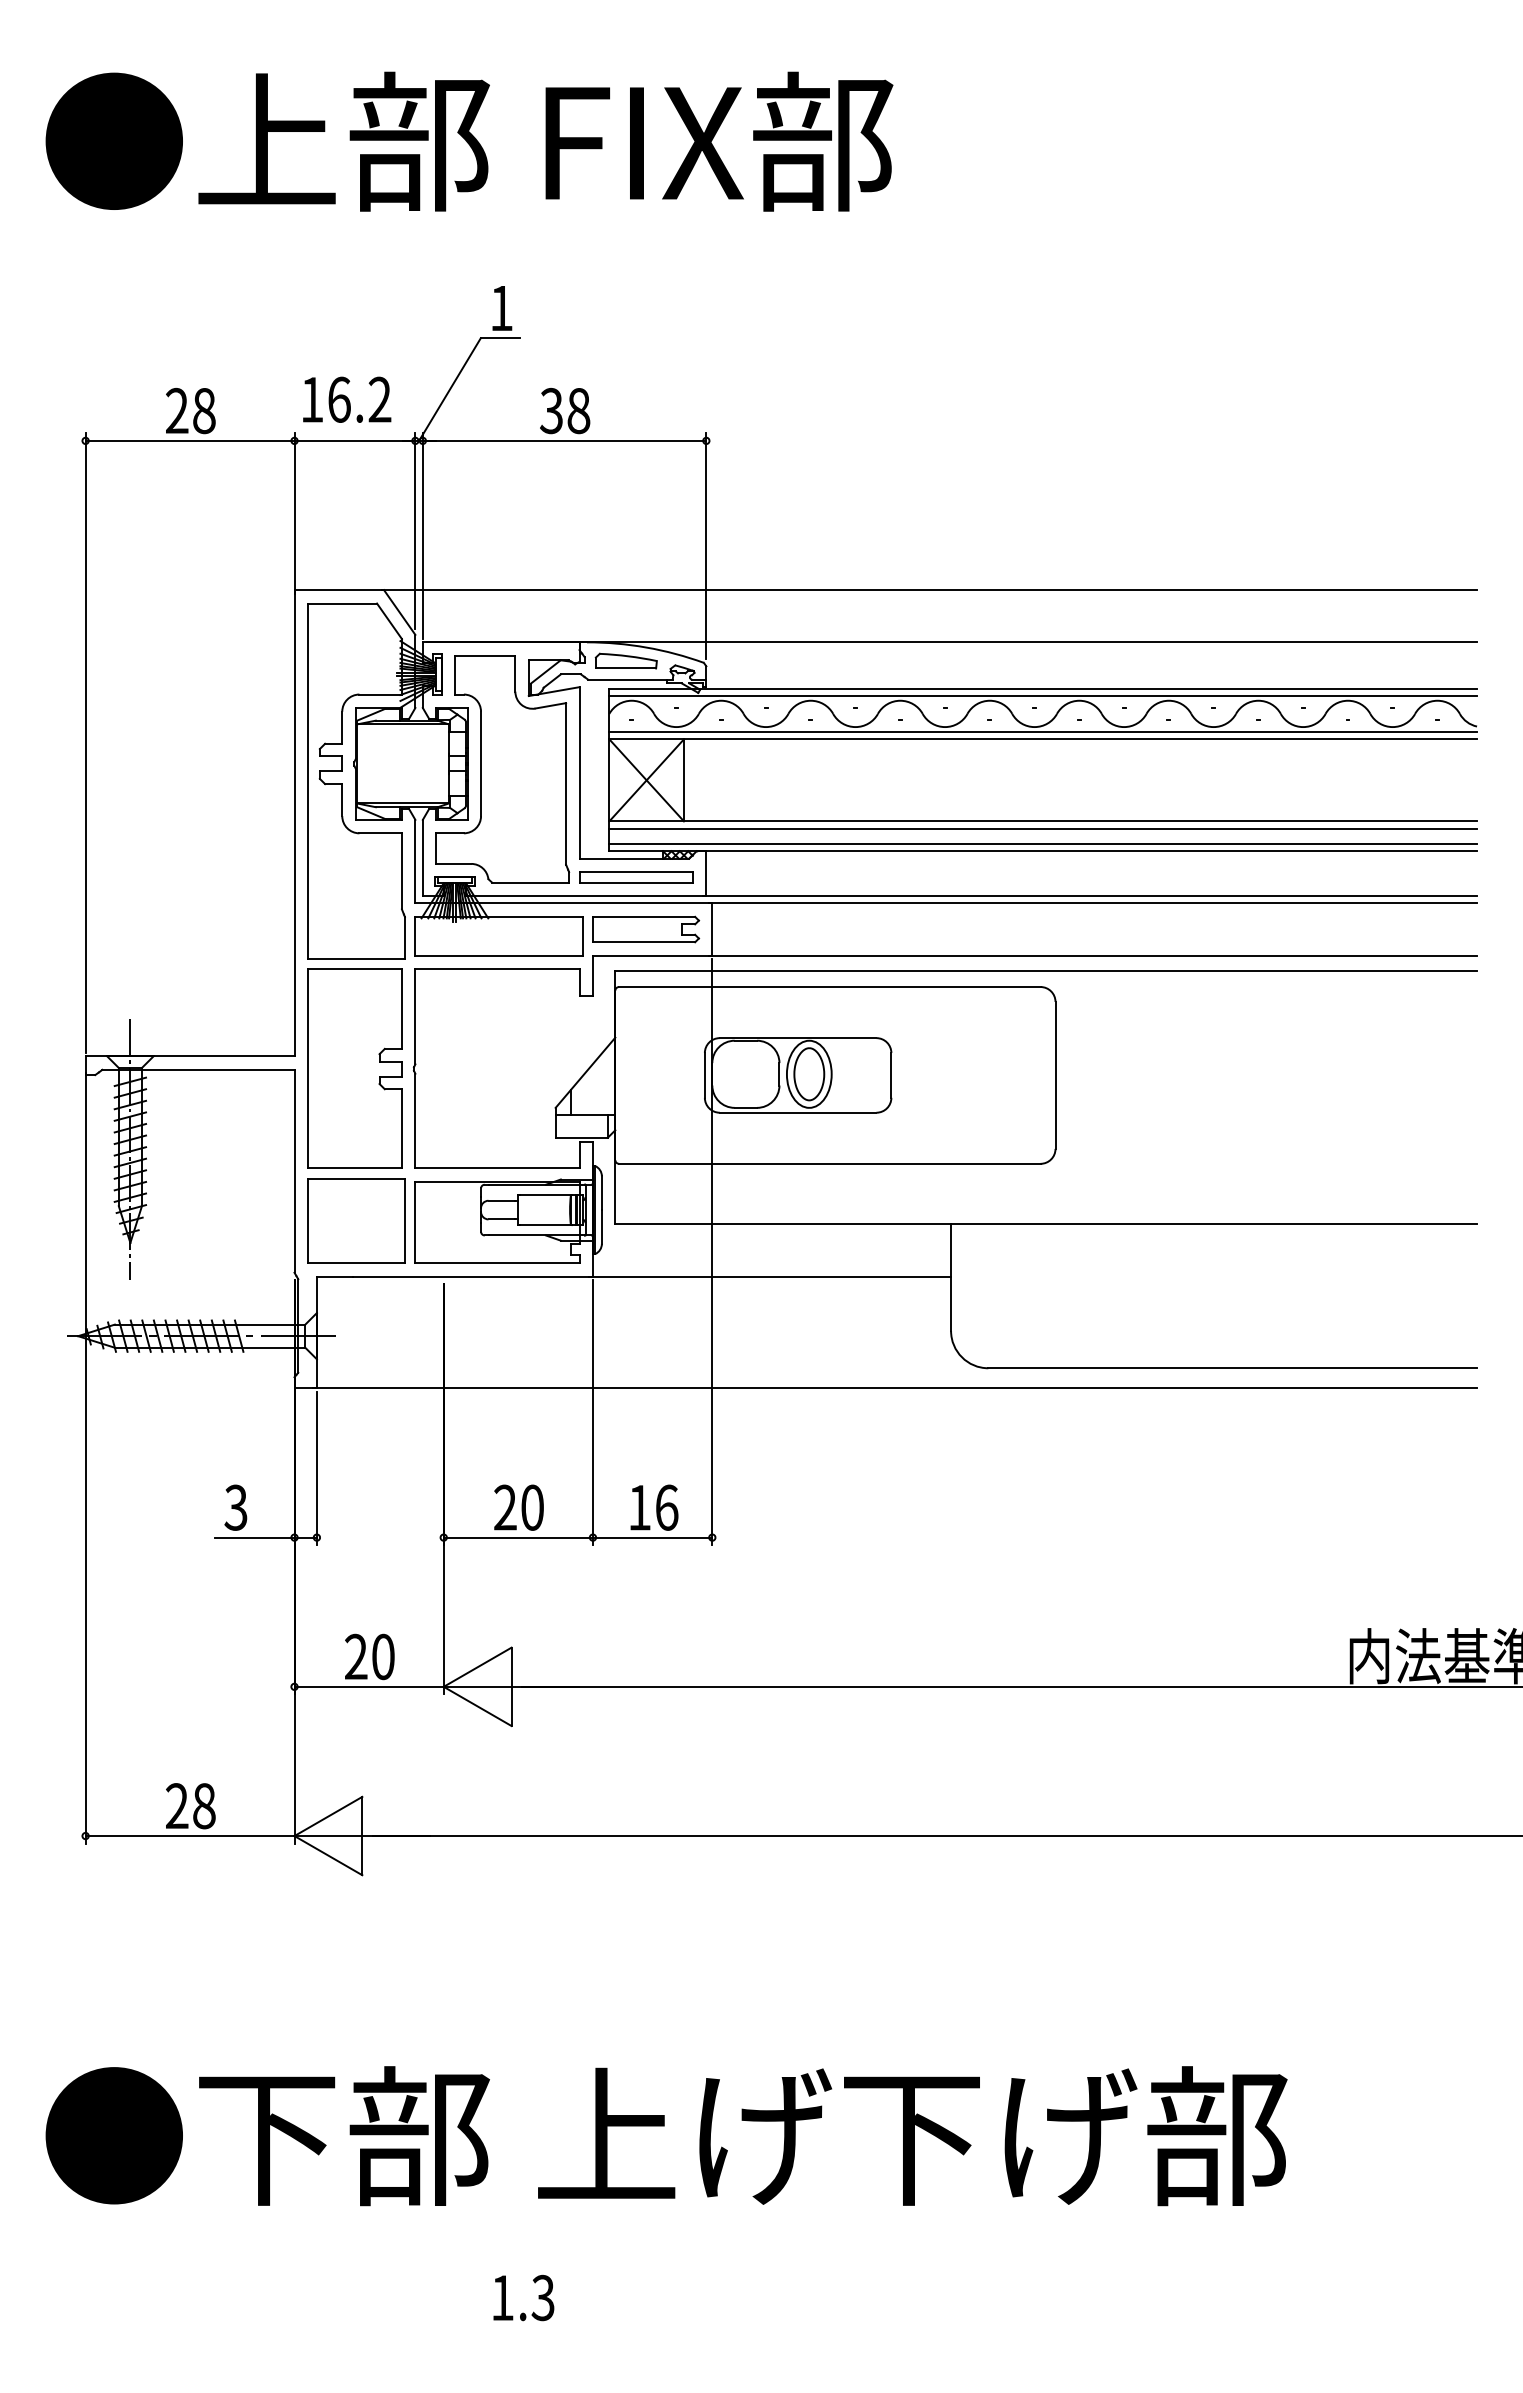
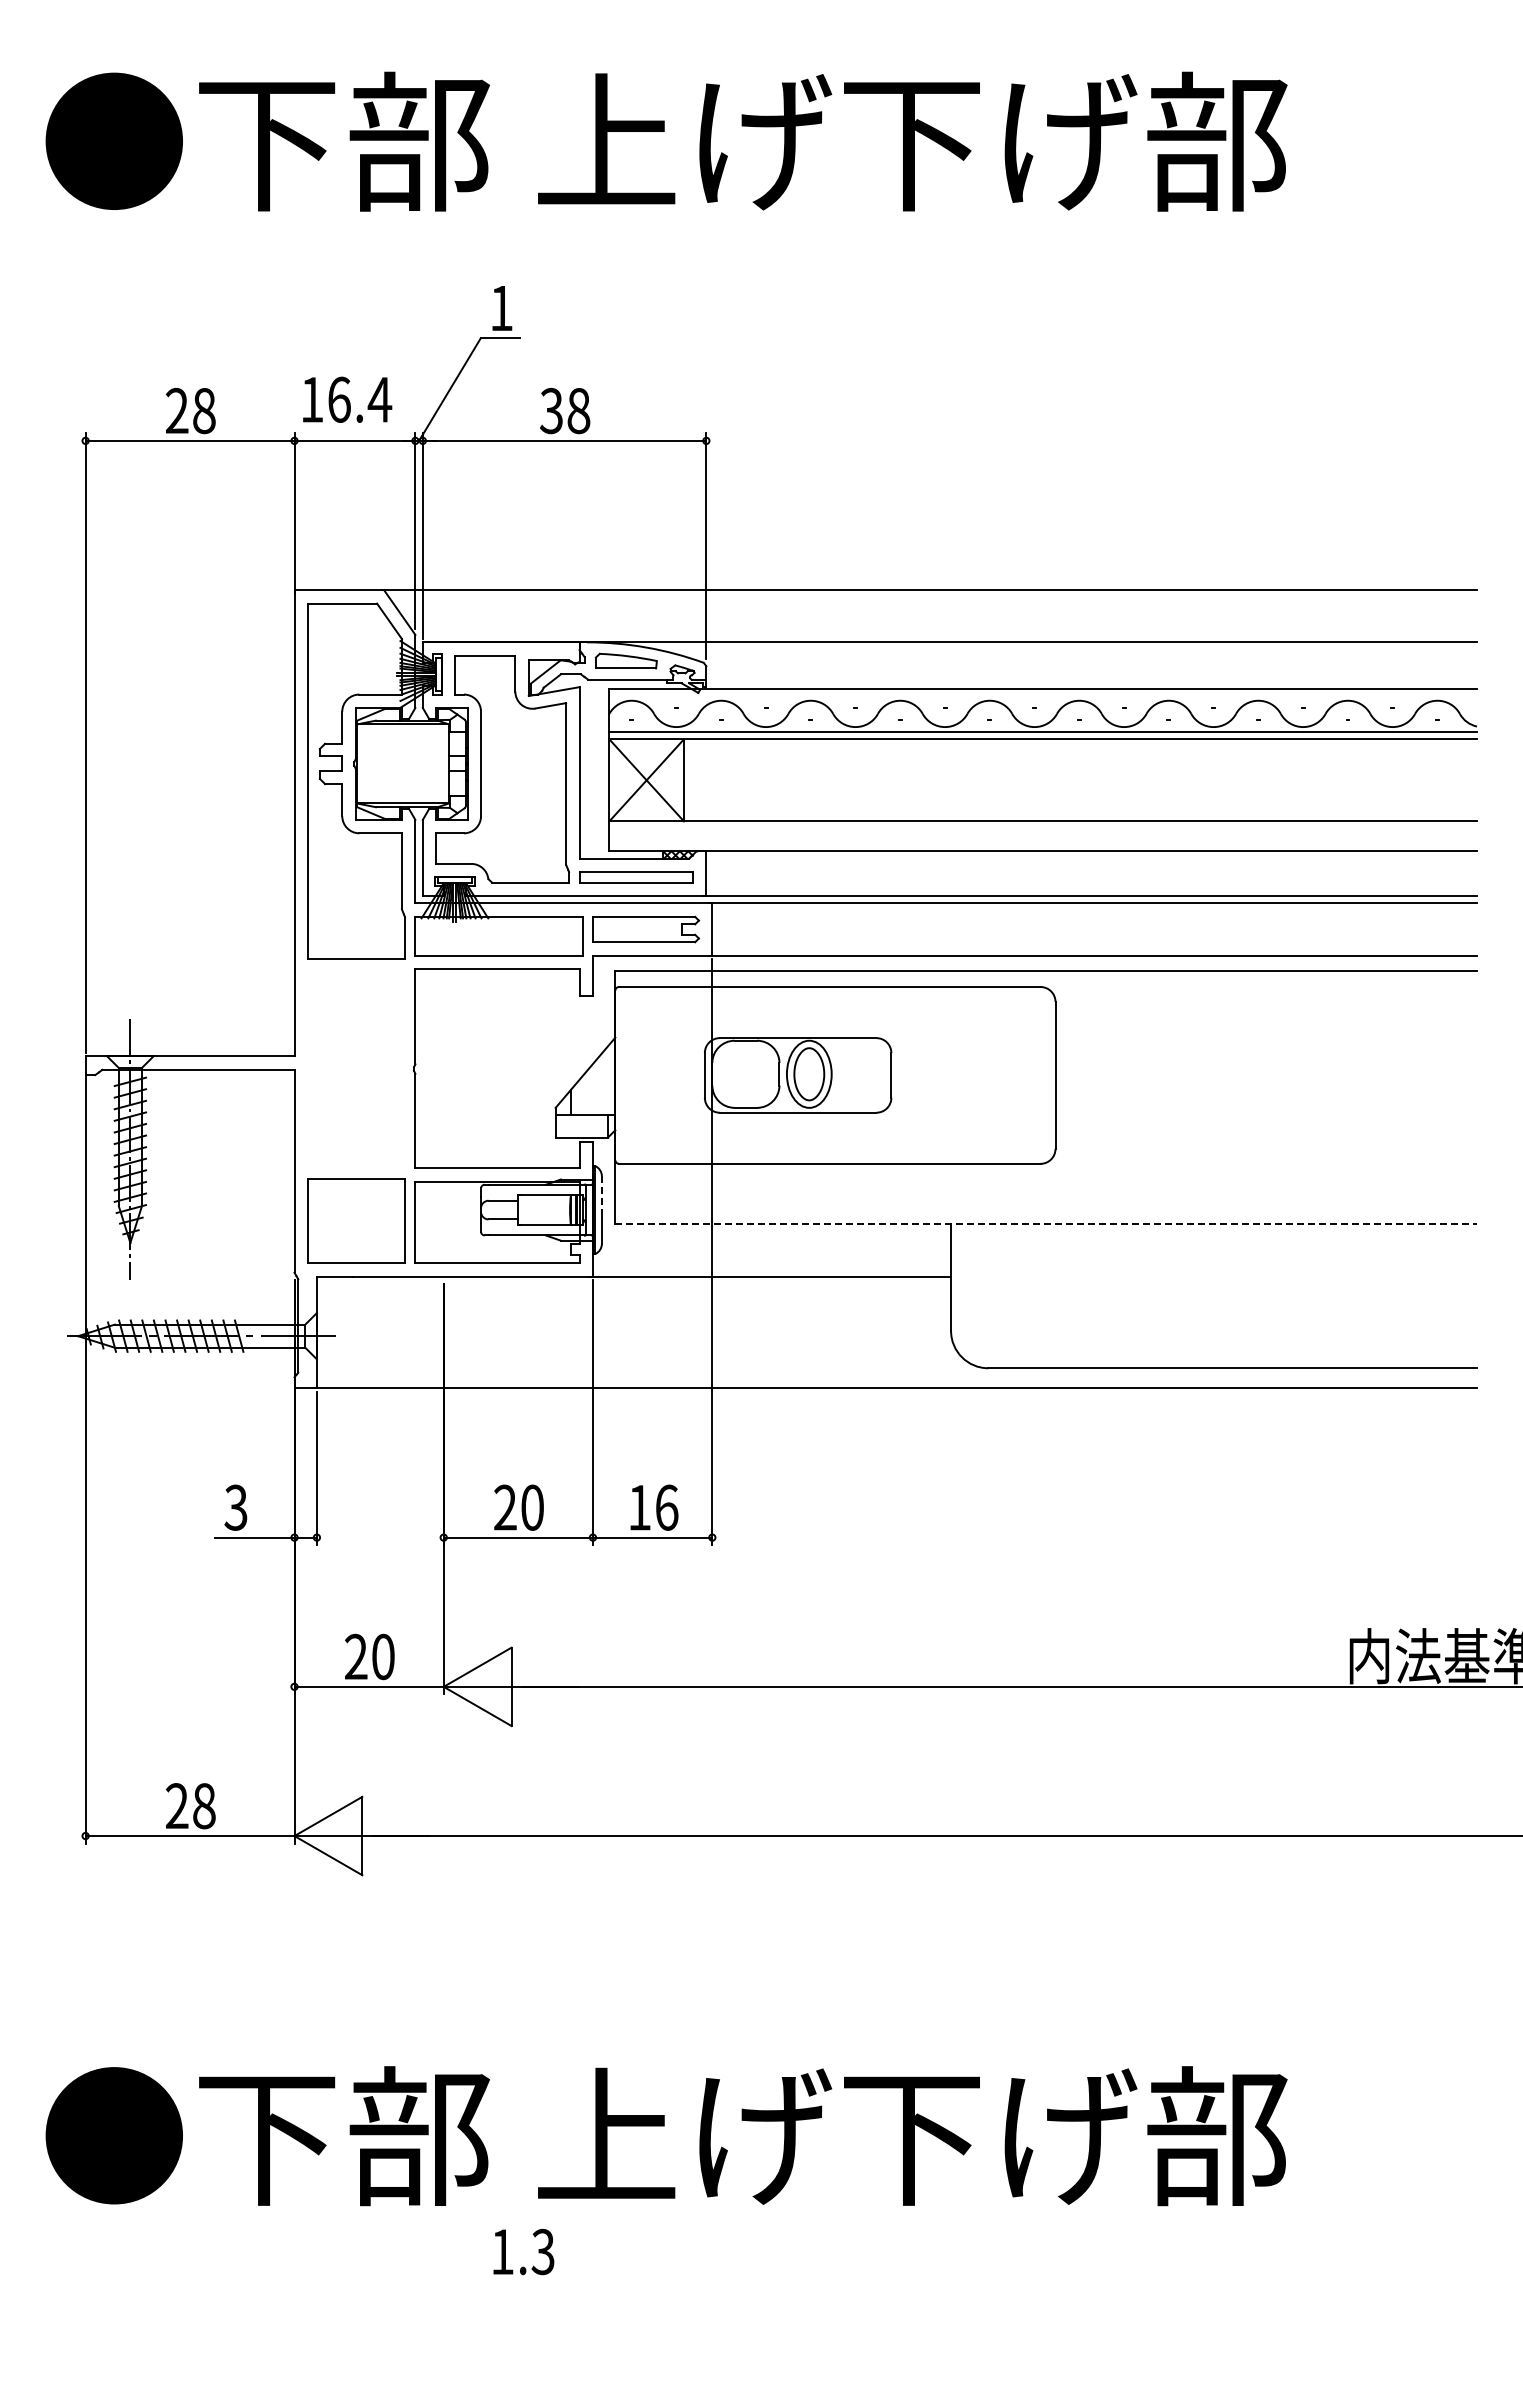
text at (742, 141): ●上部 FIX部 -> ●下部 上げ下げ部
text at (379, 399): 16.2 -> 16.4
line at (1043, 696): present -> none
line at (1043, 828): present -> none
line at (1043, 843): present -> none
part at (354, 1068): present -> none
line at (601, 1193): solid -> dashed
line at (1046, 1224): solid -> dashed
text at (523, 2297) position: (523, 2297) -> (523, 2251)
